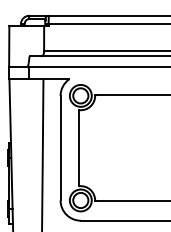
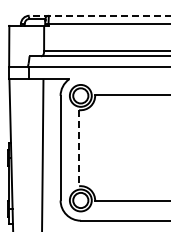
line at (99, 15): solid -> dashed
line at (79, 148): solid -> dashed
